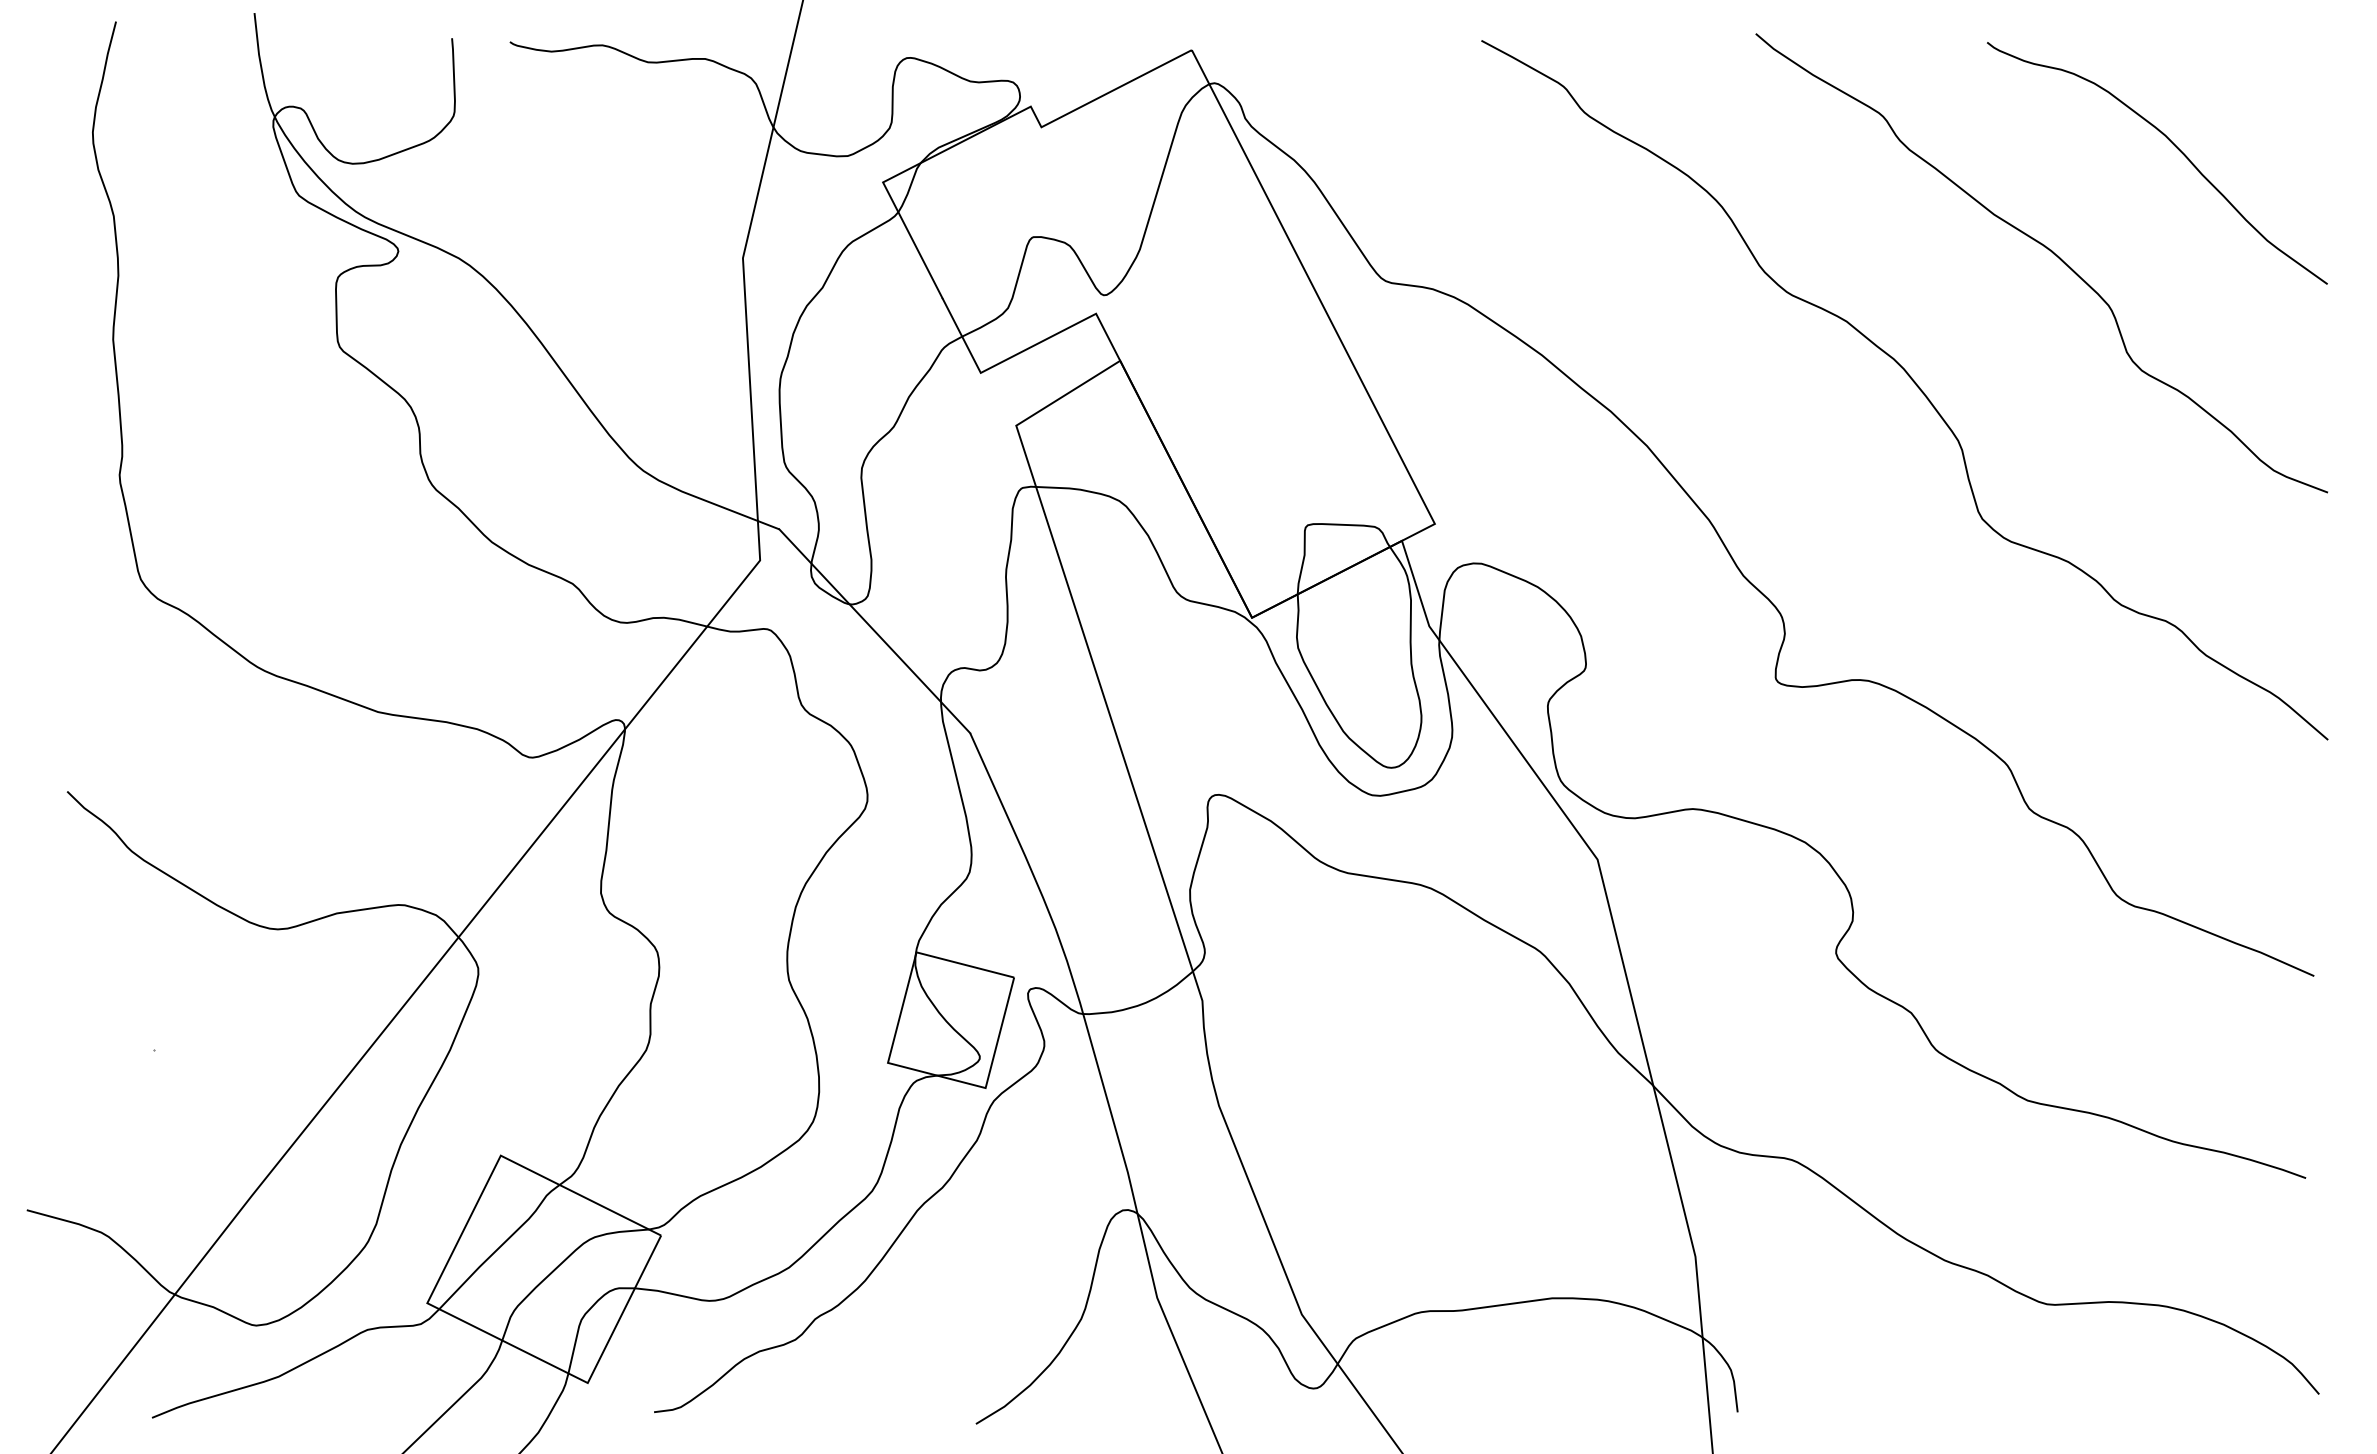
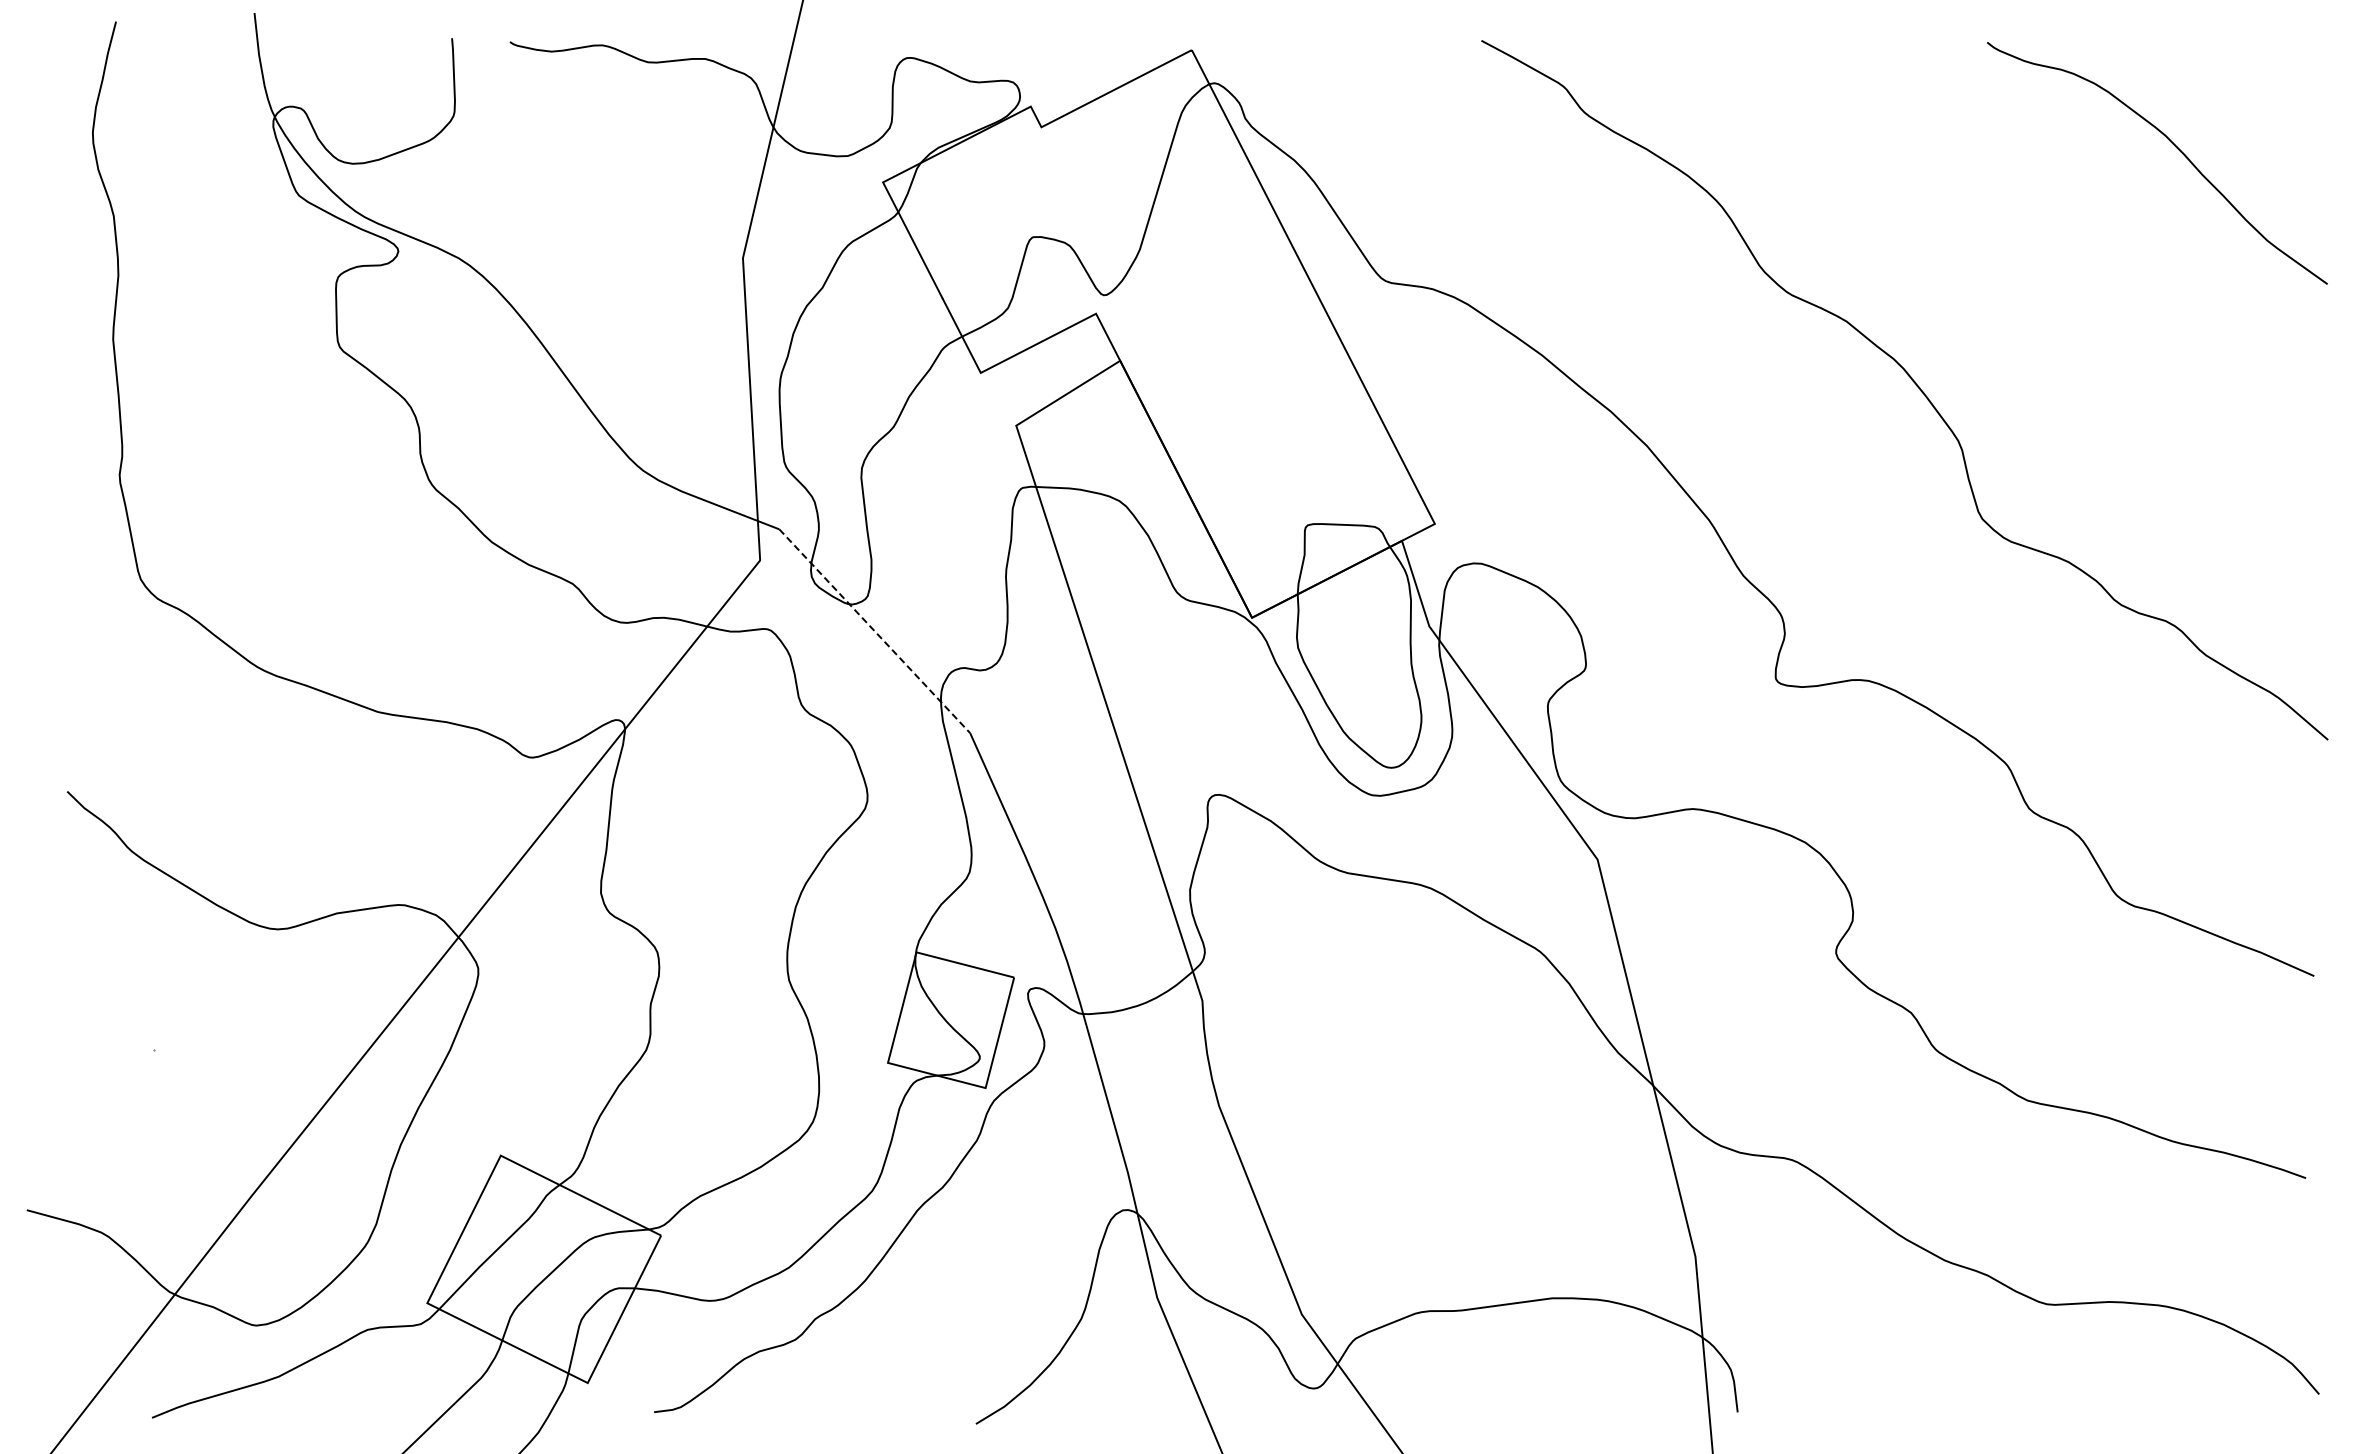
curve at (2048, 250): present -> none
line at (874, 631): solid -> dashed
